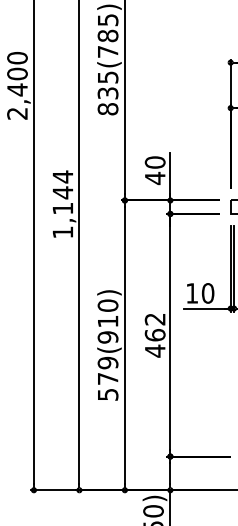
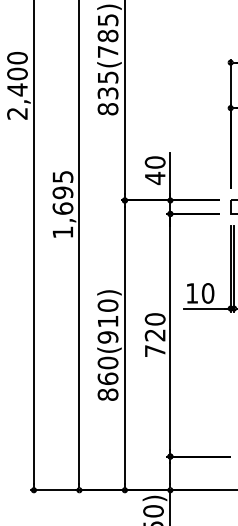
text at (62, 192): 1,144 -> 1,695
text at (154, 335): 462 -> 720
text at (107, 378): 579(910) -> 860(910)
